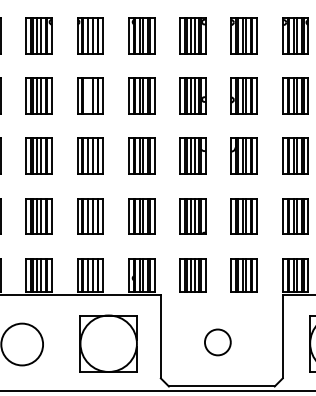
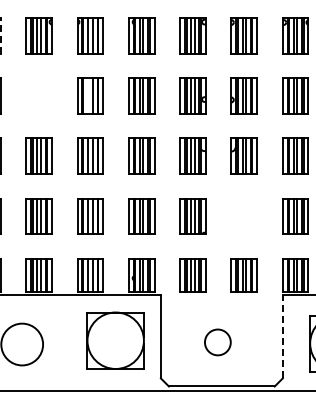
line at (0, 36): solid -> dashed
part at (38, 95): present -> none
part at (243, 216): present -> none
line at (282, 336): solid -> dashed
part at (108, 343) position: (108, 343) -> (115, 340)
